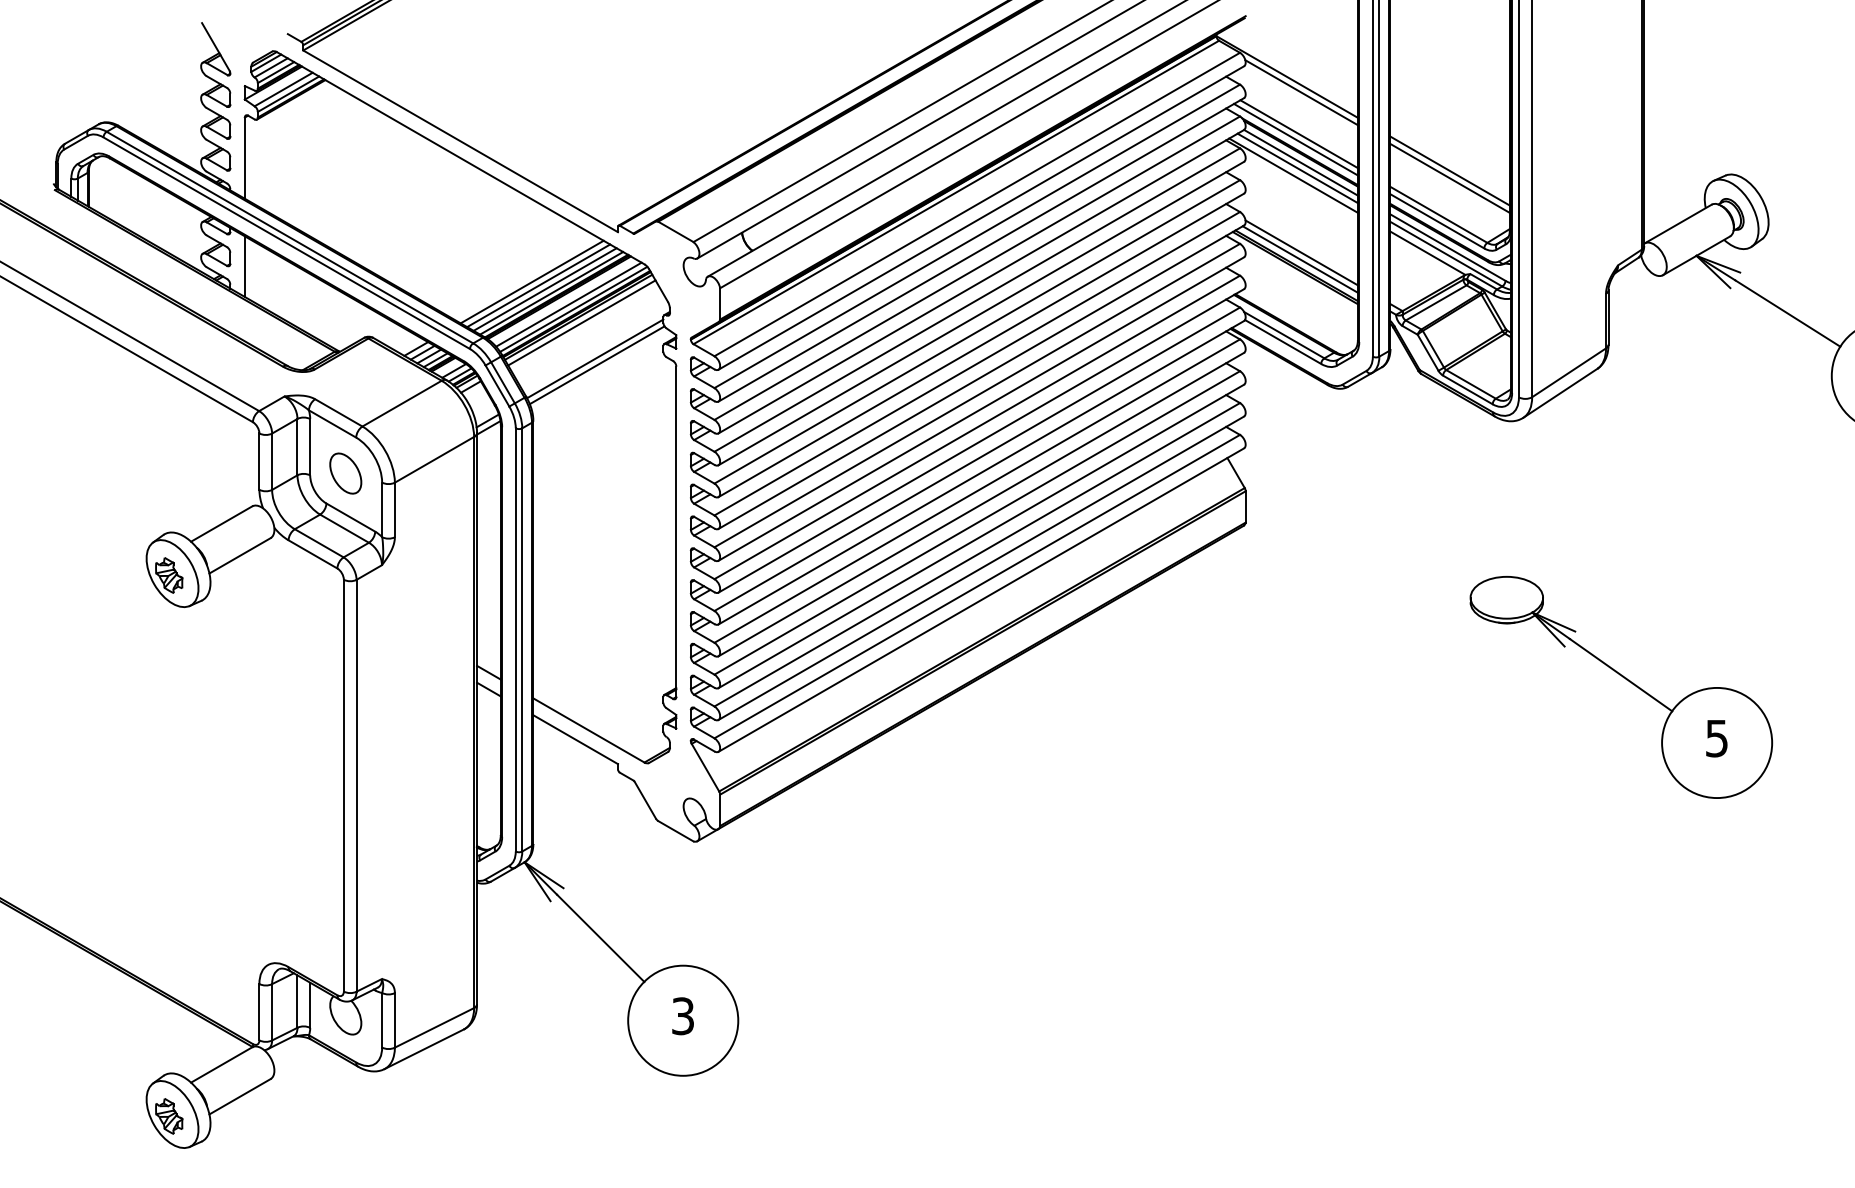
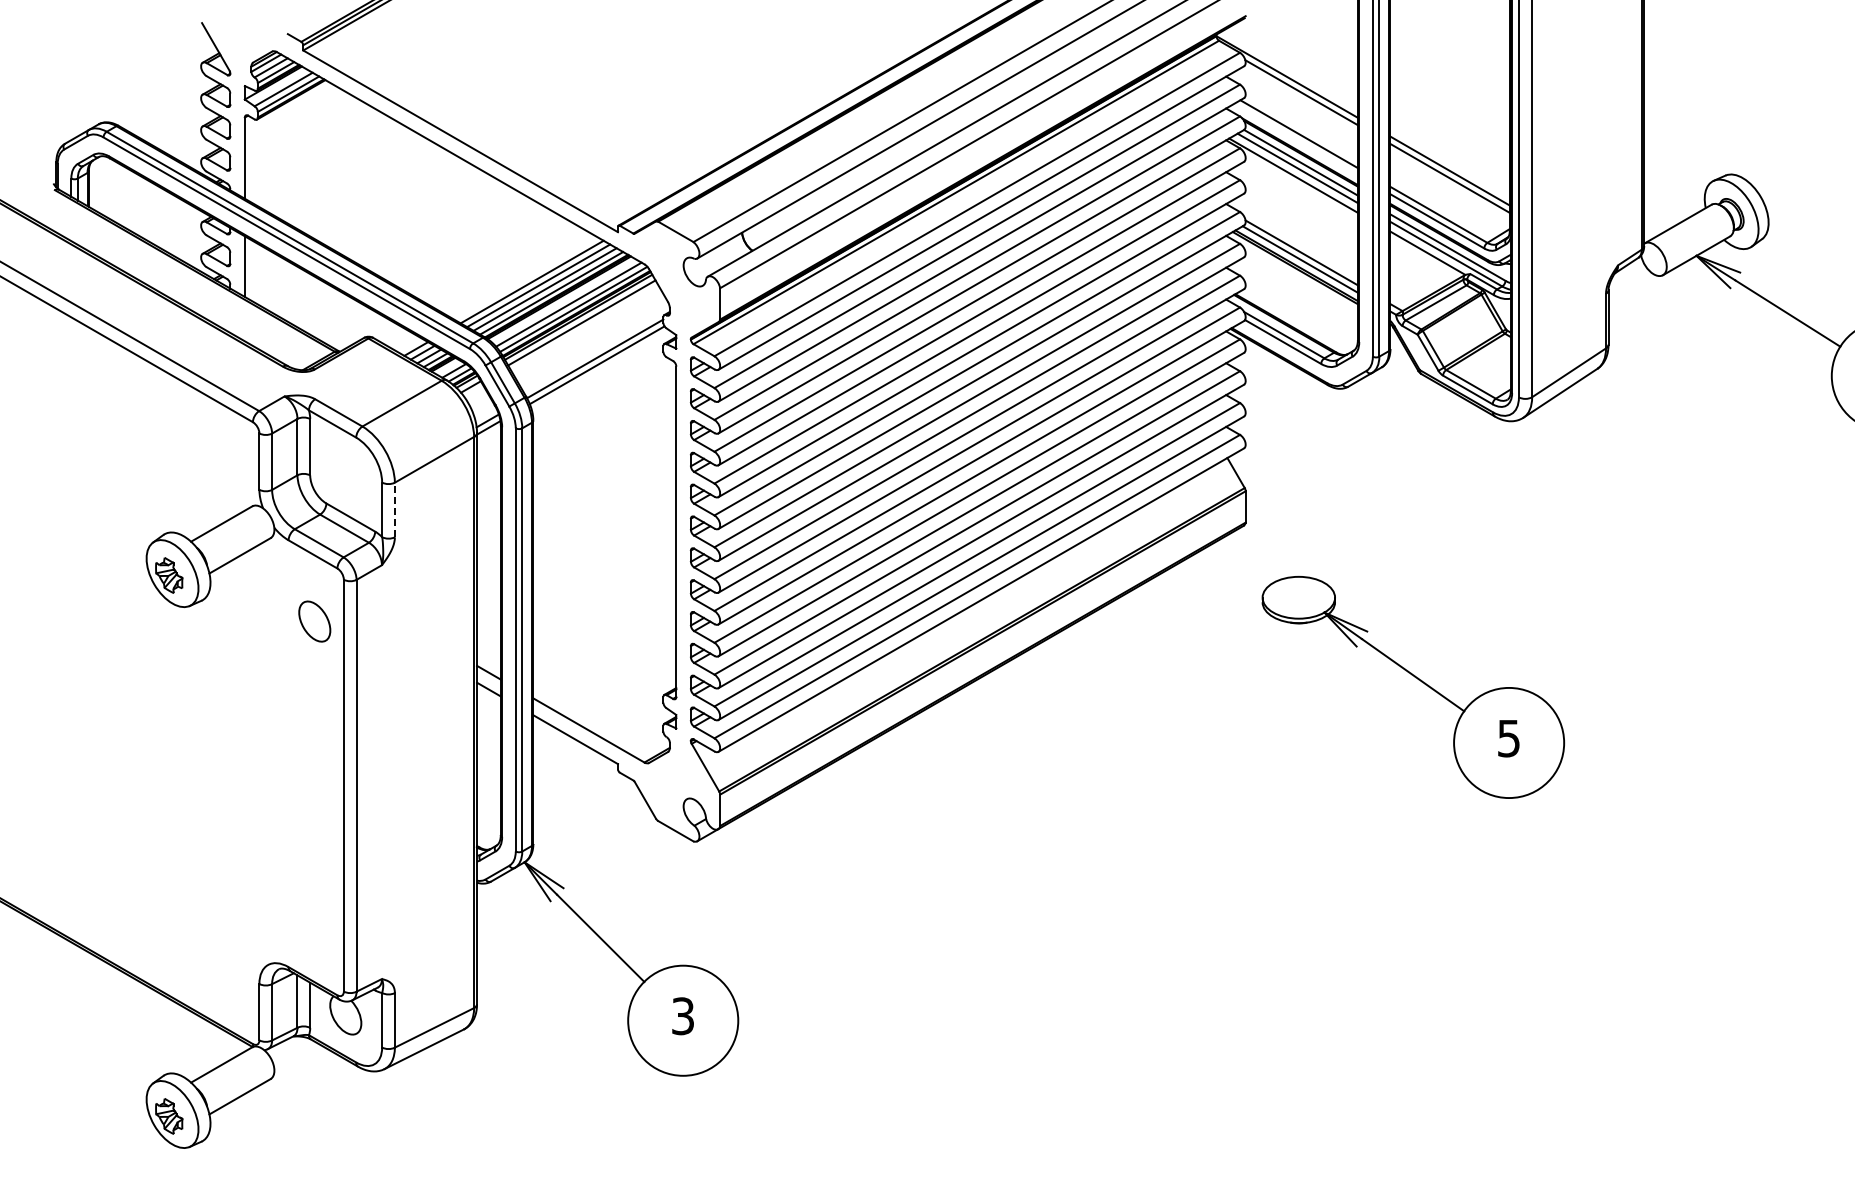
line at (1295, 139): present -> none
part at (345, 473) position: (345, 473) -> (314, 621)
line at (394, 509): solid -> dashed
part at (1626, 680) position: (1626, 680) -> (1418, 680)
